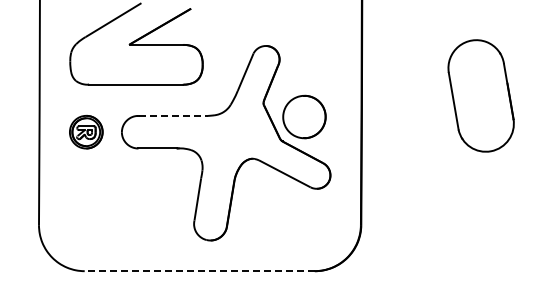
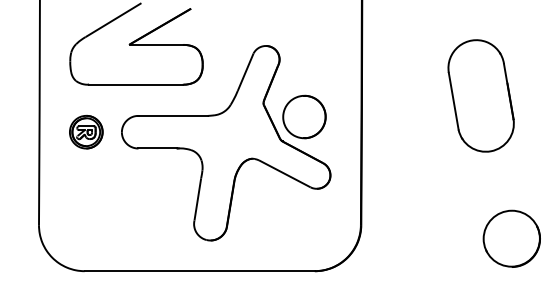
line at (173, 115): dashed -> solid
part at (511, 238): none -> present
line at (199, 271): dashed -> solid
